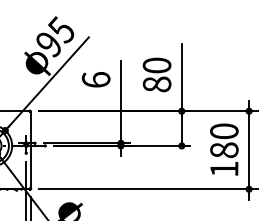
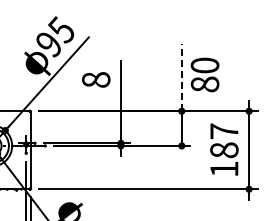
text at (156, 74) position: (156, 74) -> (204, 74)
line at (181, 77): solid -> dashed
text at (95, 79): 6 -> 8
text at (224, 131): 180 -> 187
